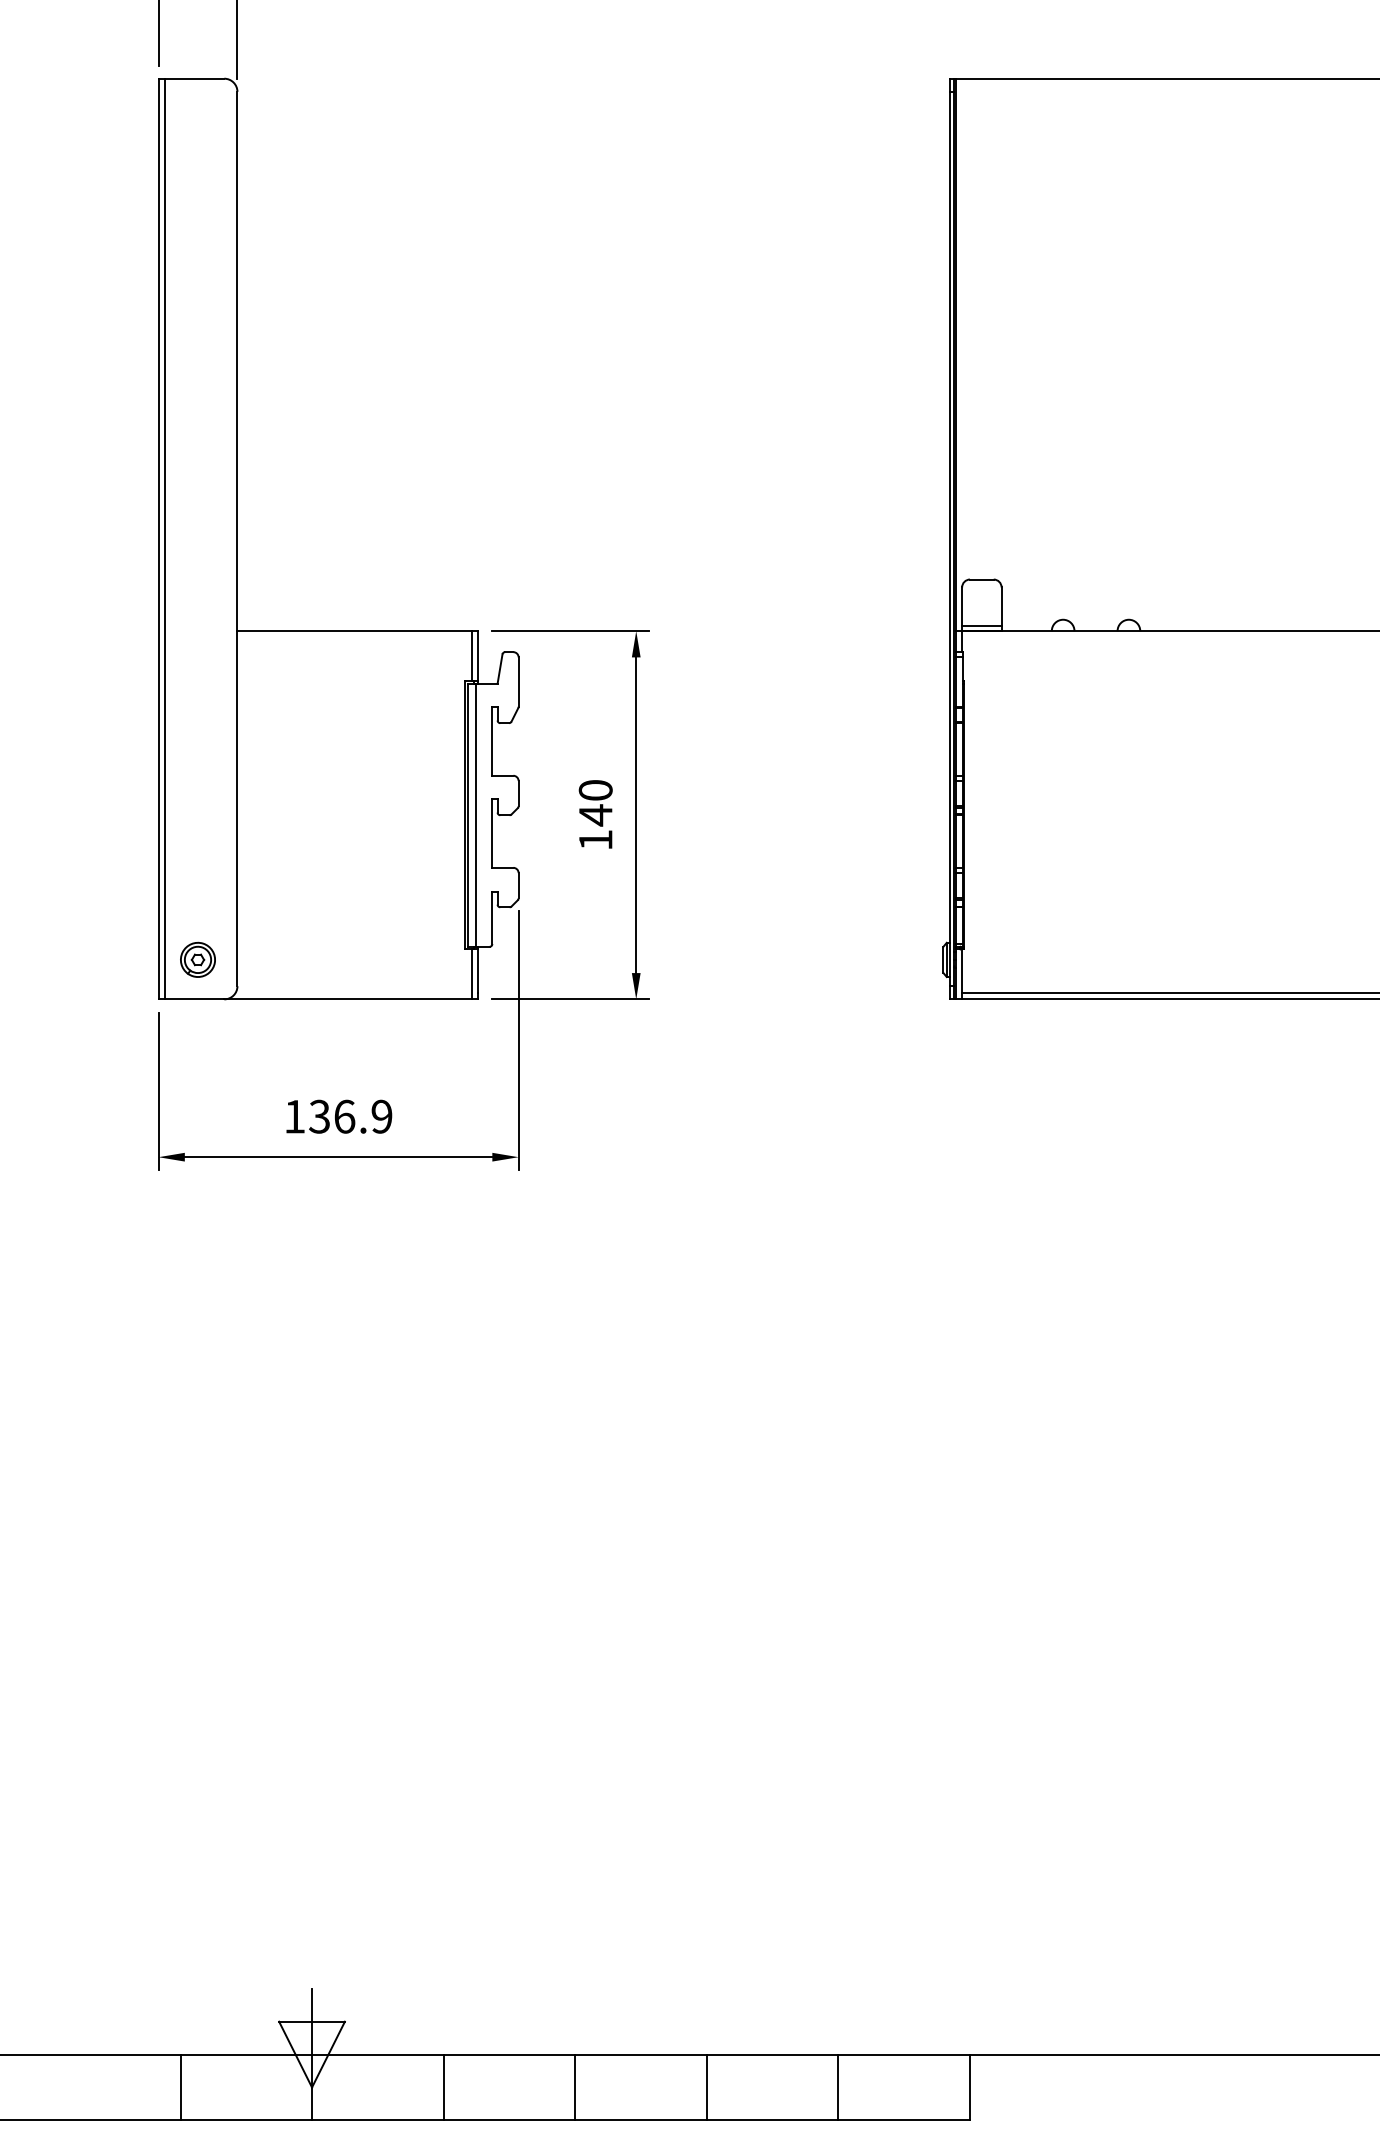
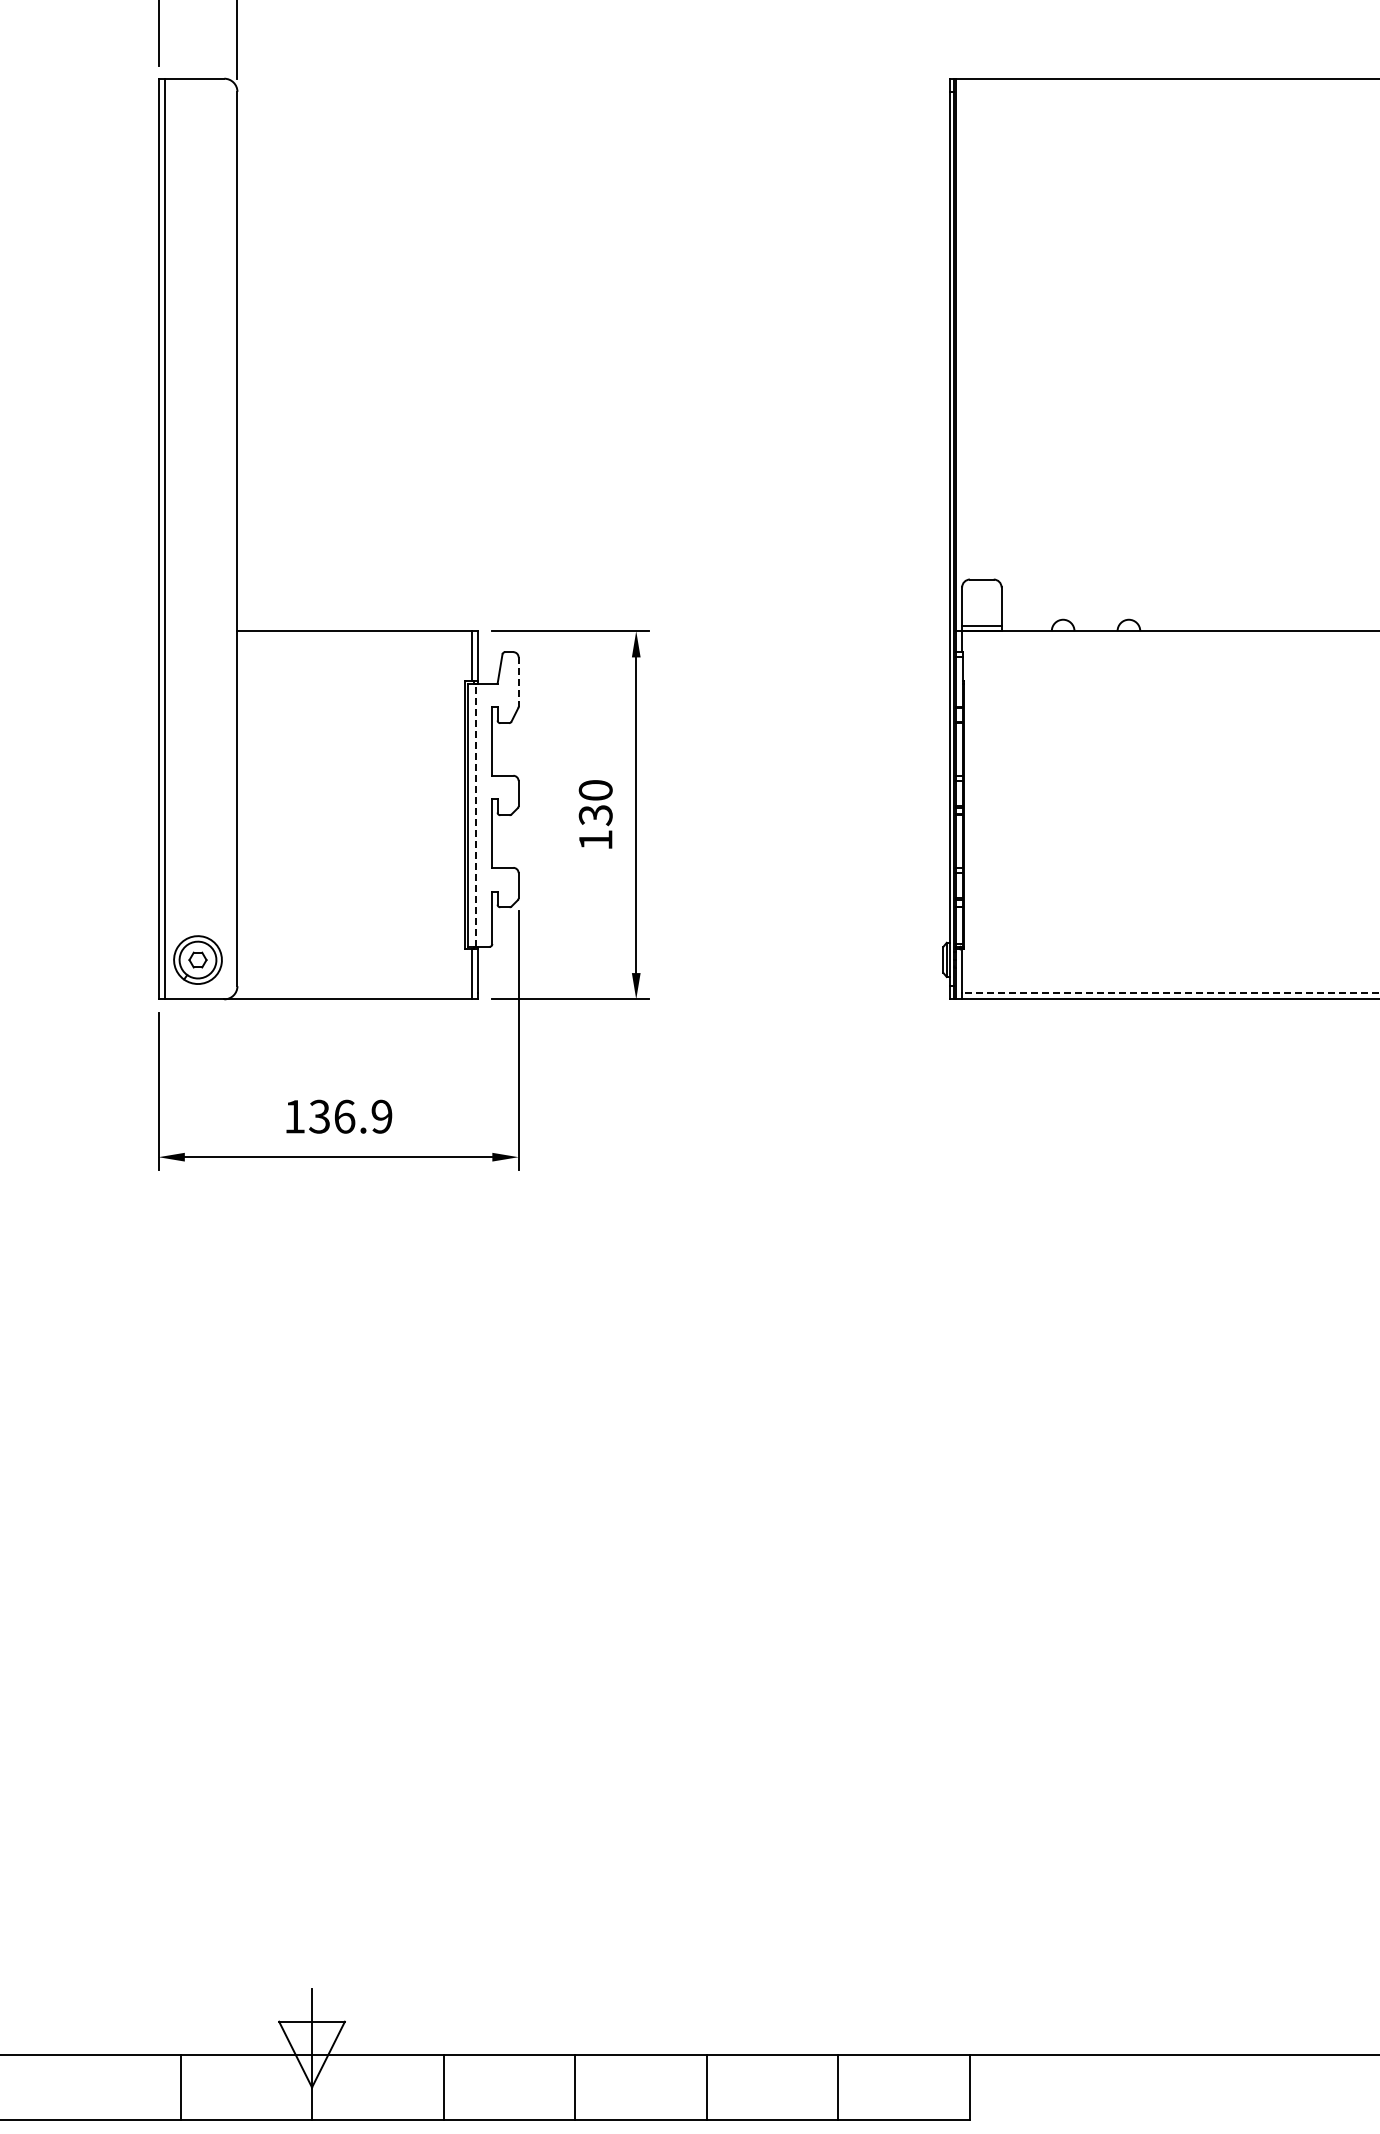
line at (518, 682): solid -> dashed
line at (476, 815): solid -> dashed
text at (595, 815): 140 -> 130
part at (197, 959) size: 36x37 px -> 50x50 px
line at (1170, 993): solid -> dashed
